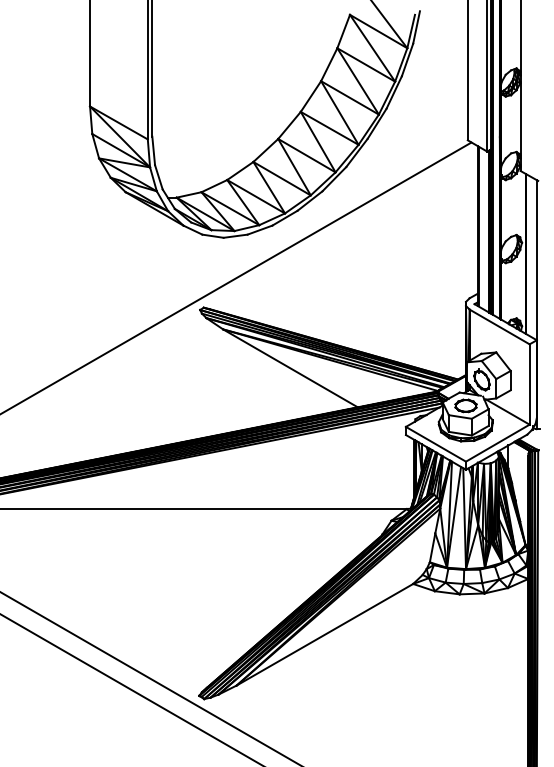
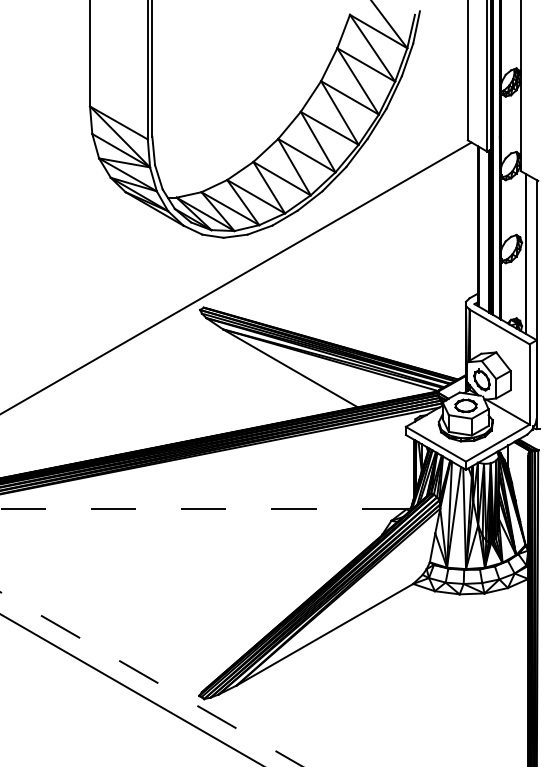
line at (203, 509): solid -> dashed
line at (152, 679): solid -> dashed
